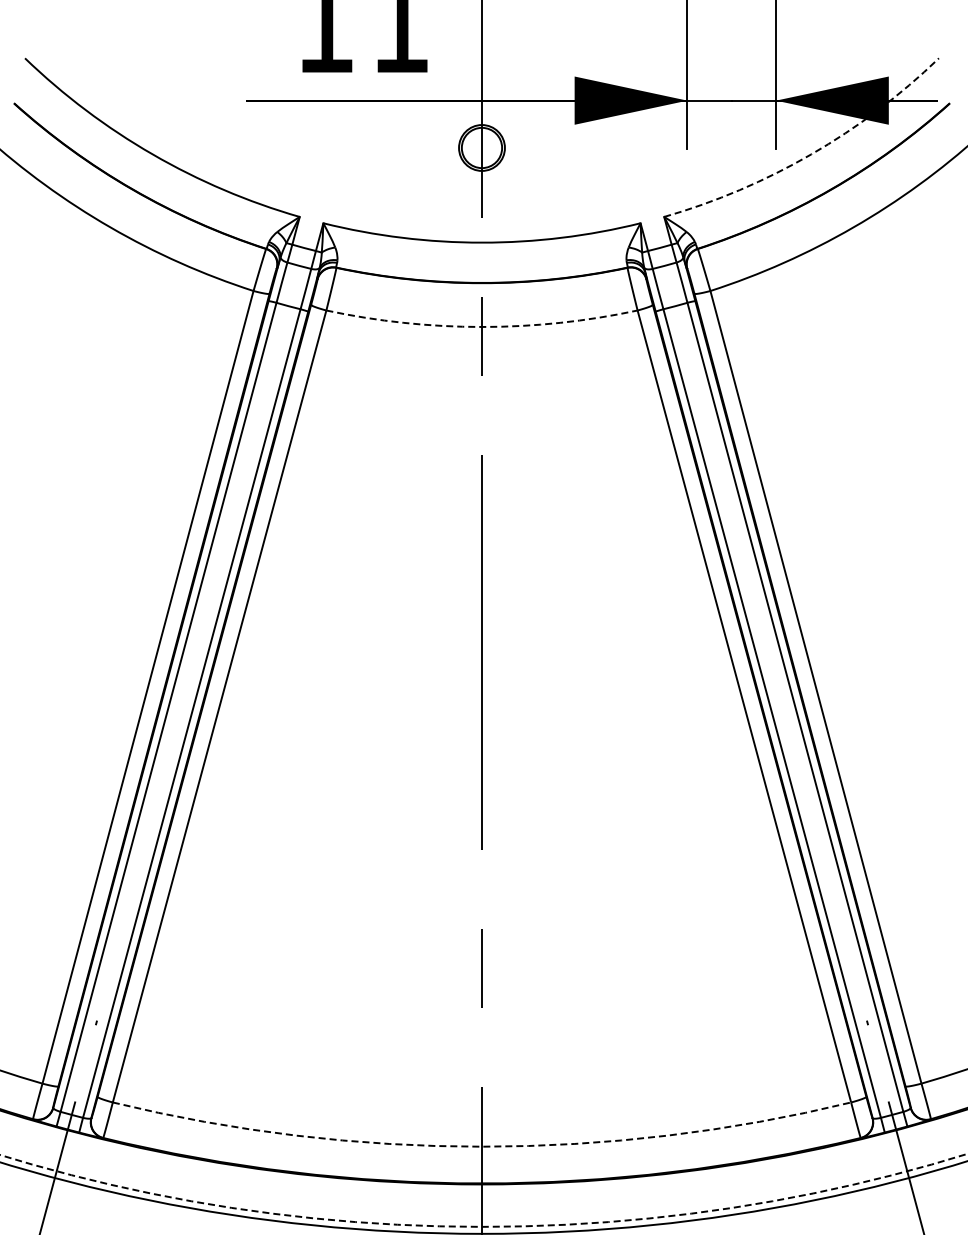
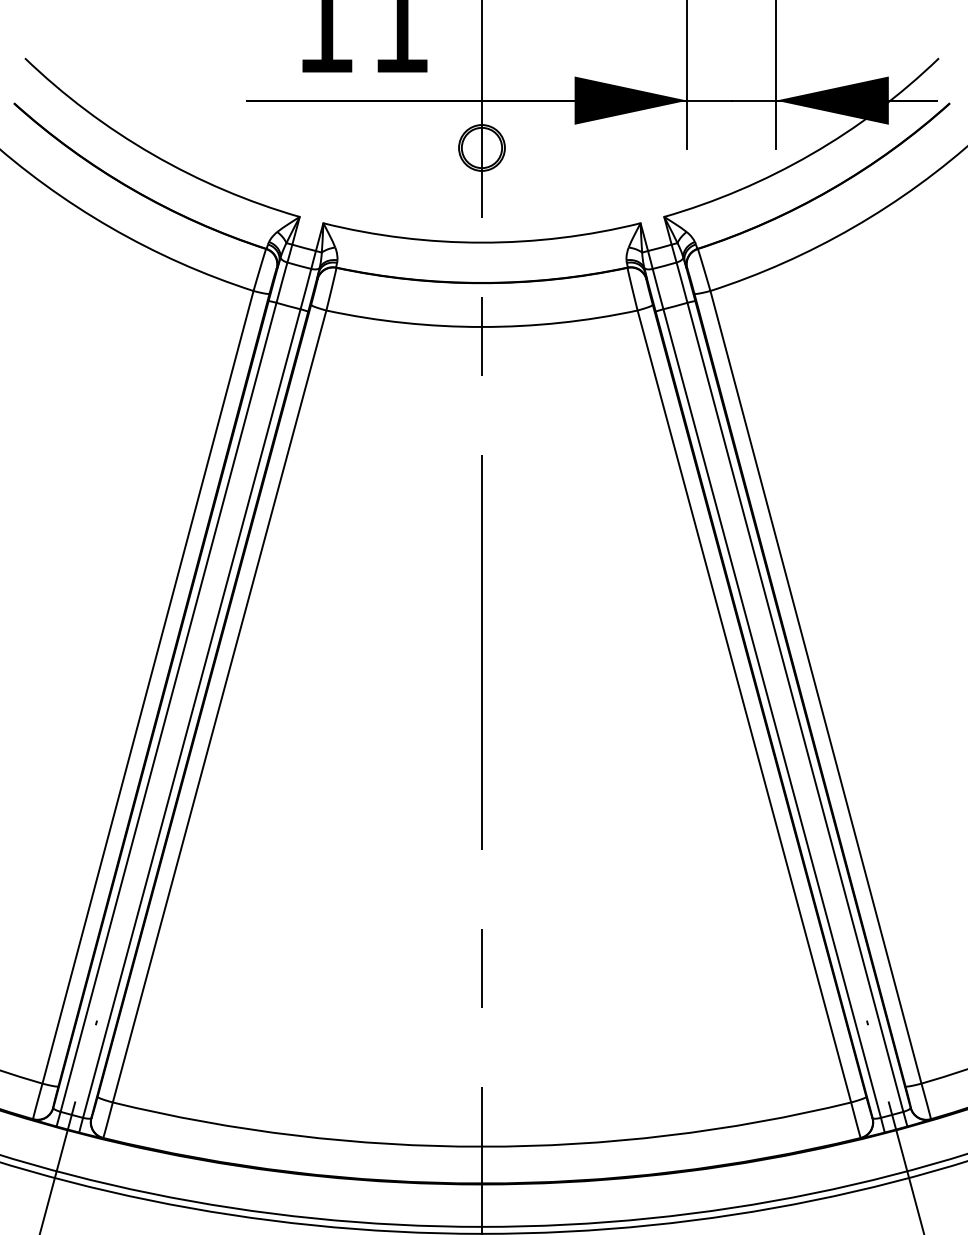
arc at (811, 154): dashed -> solid
arc at (481, 327): dashed -> solid
arc at (481, 1146): dashed -> solid
circle at (483, 1189): dashed -> solid
